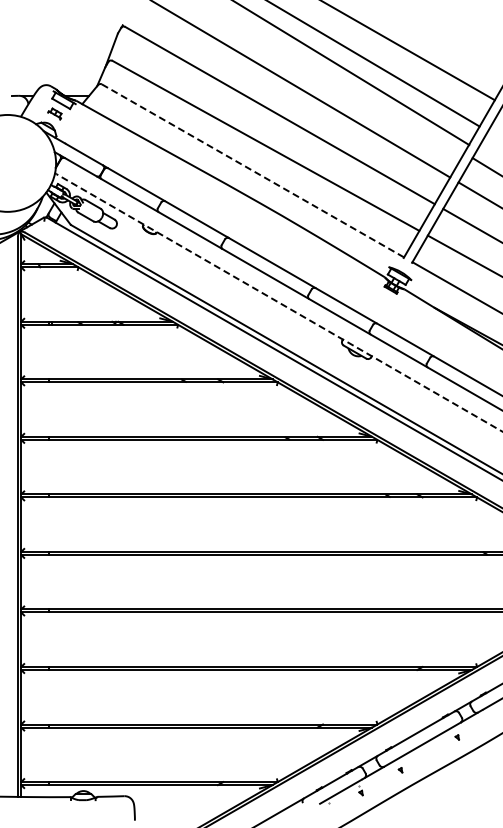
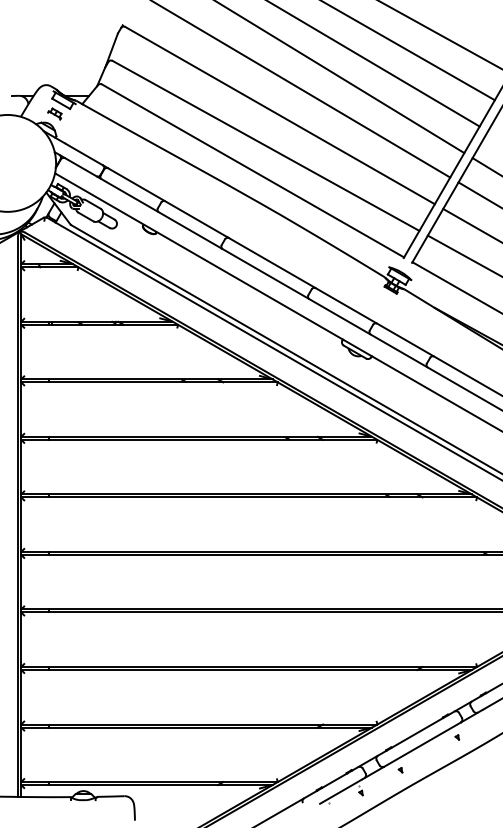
line at (440, 34): none -> present
line at (352, 73) position: (352, 73) -> (340, 77)
line at (253, 171): dashed -> solid
line at (279, 302): dashed -> solid
